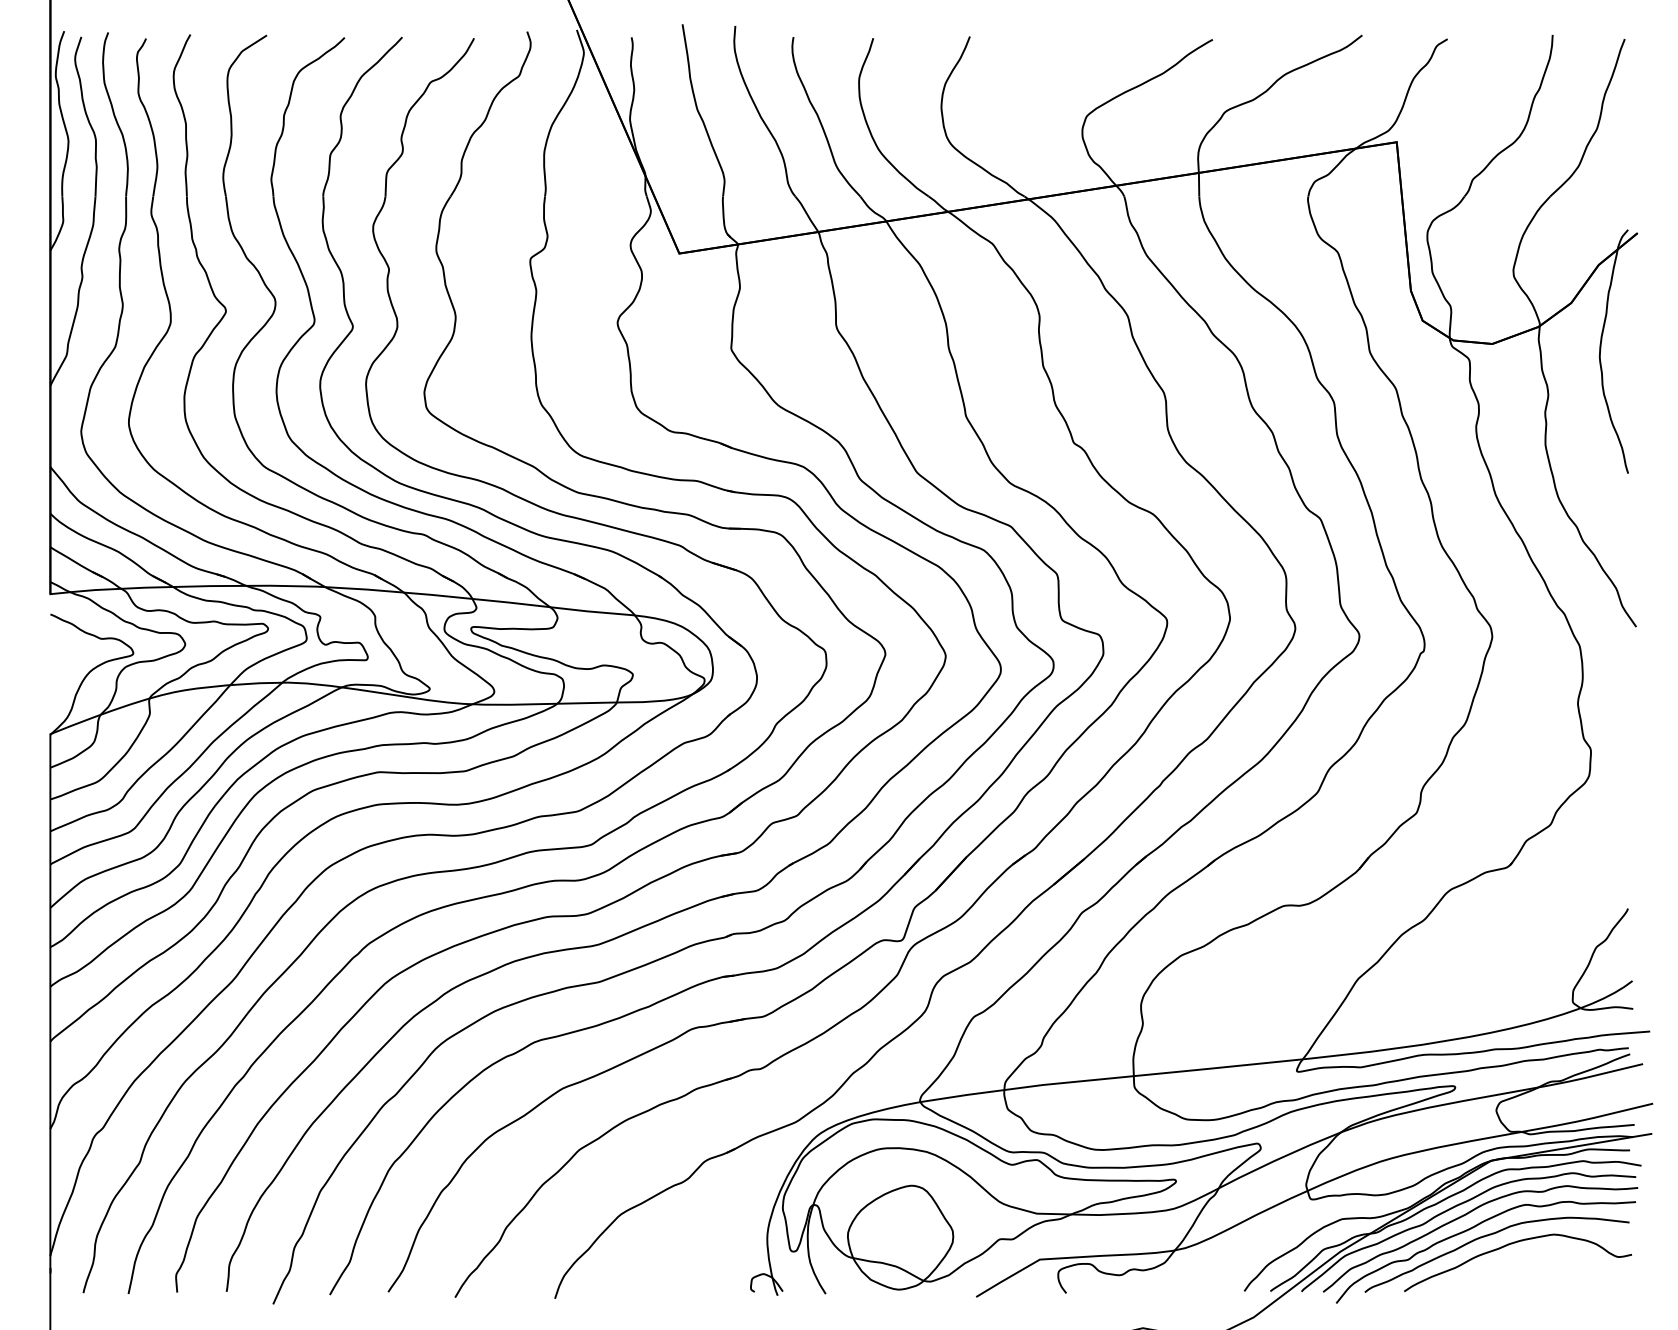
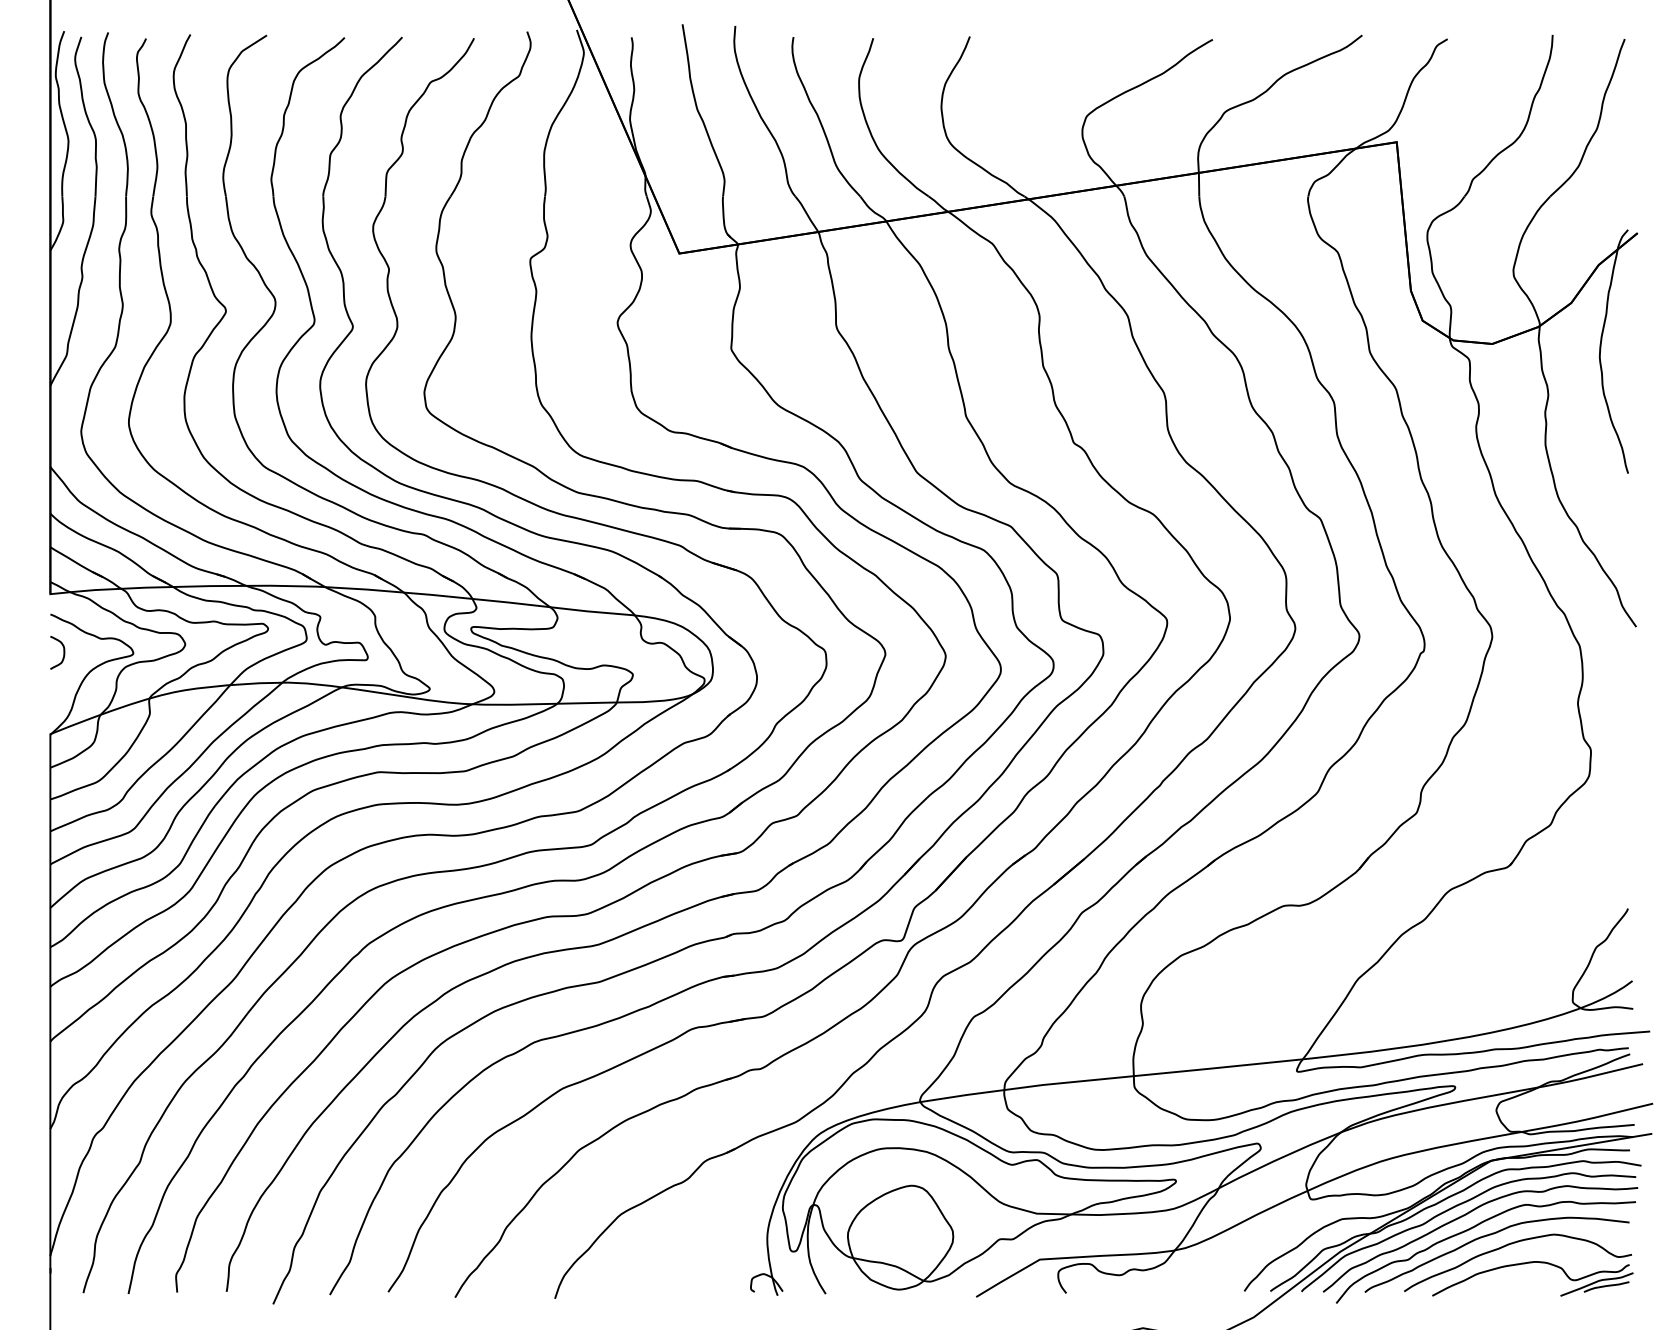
curve at (63, 652): none -> present
part at (1532, 1263): none -> present
